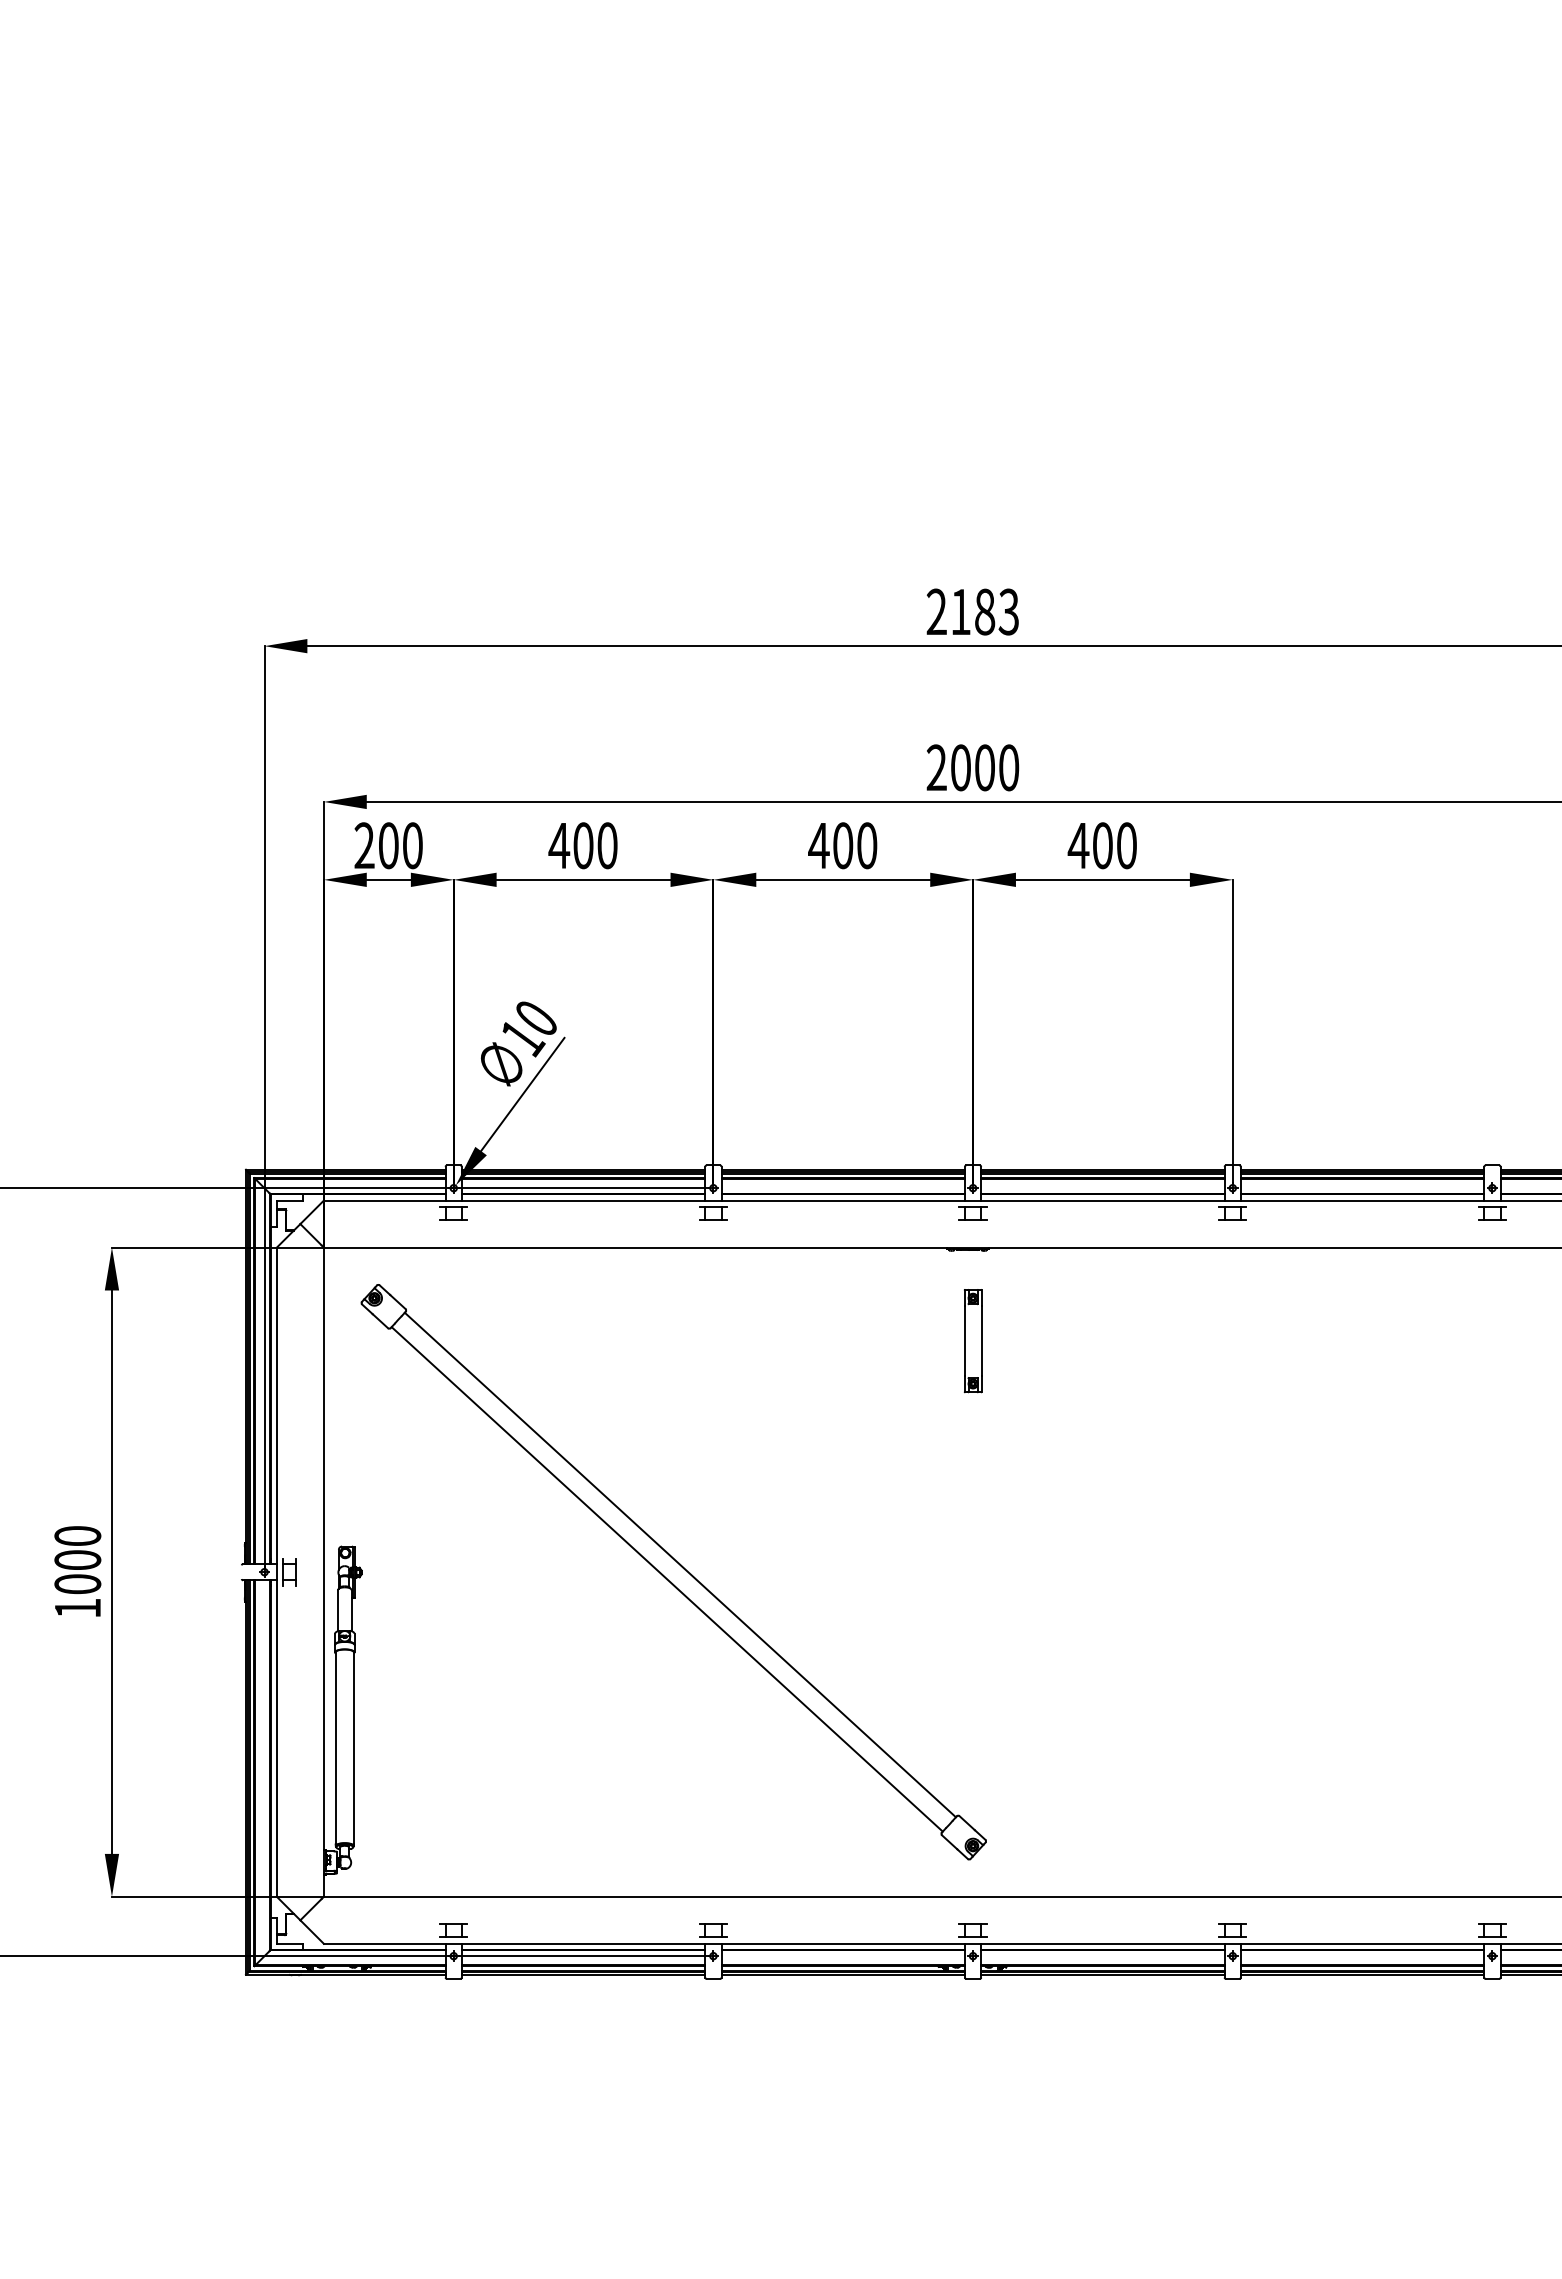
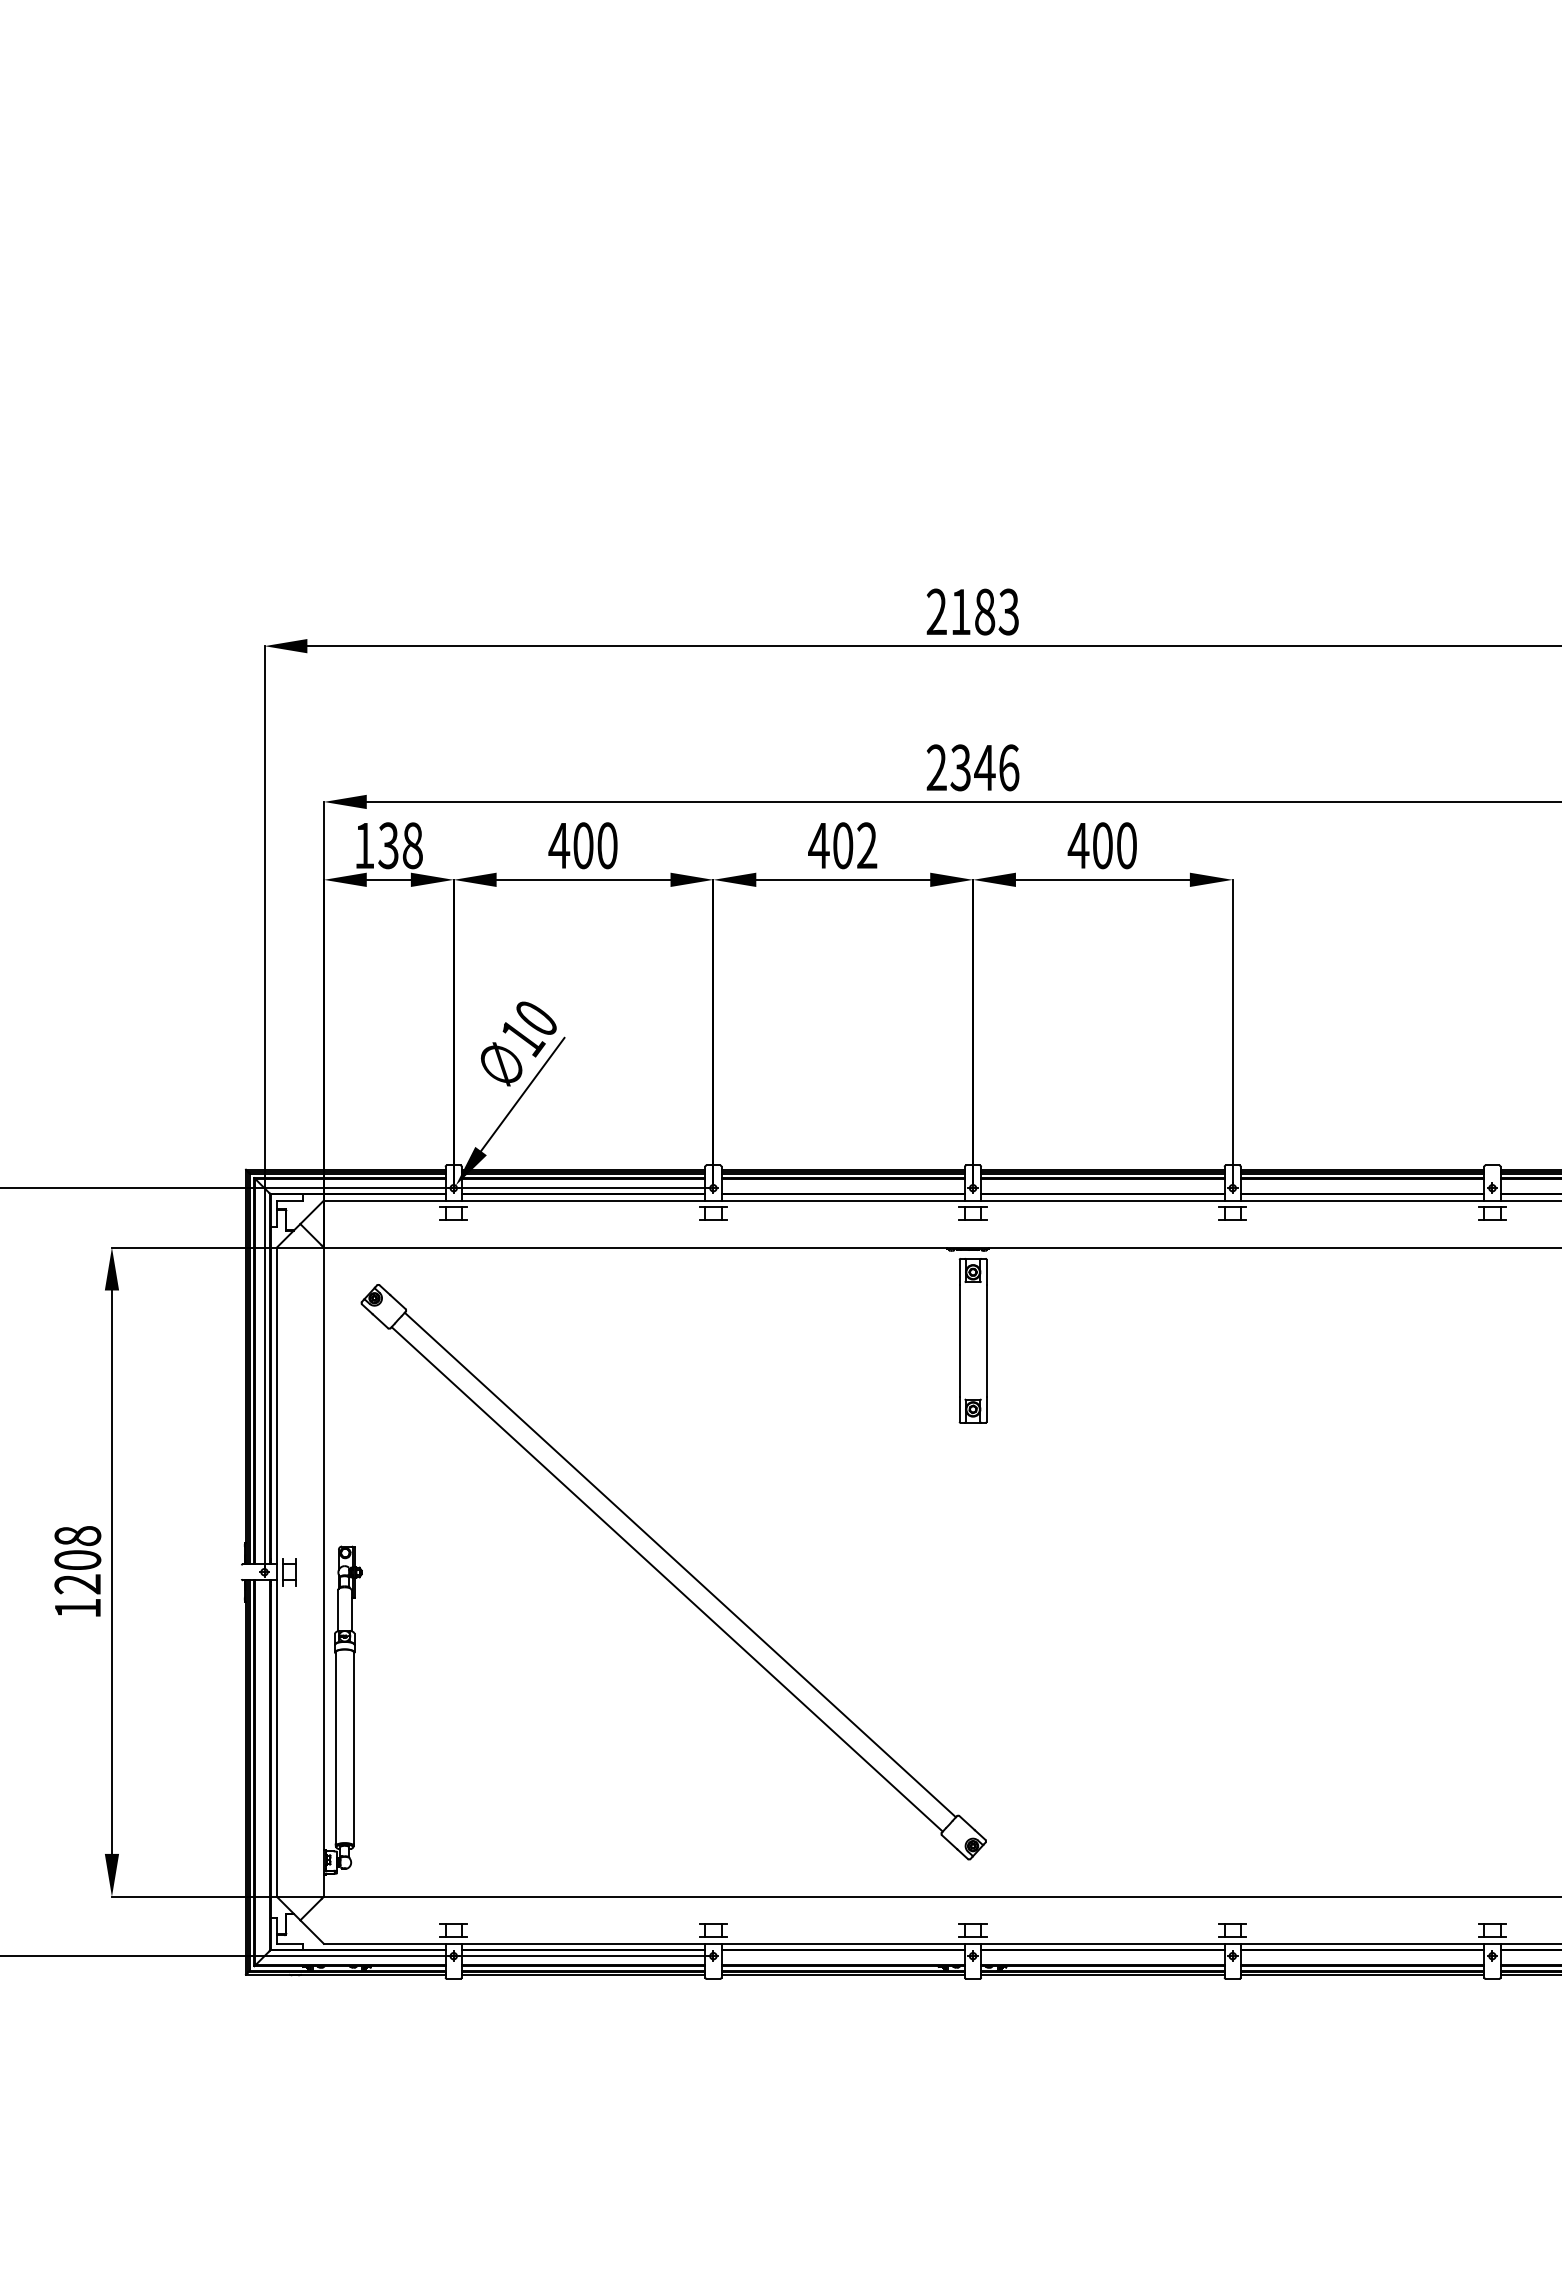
text at (984, 767): 2000 -> 2346
text at (388, 845): 200 -> 138
text at (867, 845): 400 -> 402
part at (972, 1341) size: 20x105 px -> 30x166 px
text at (77, 1560): 1000 -> 1208
